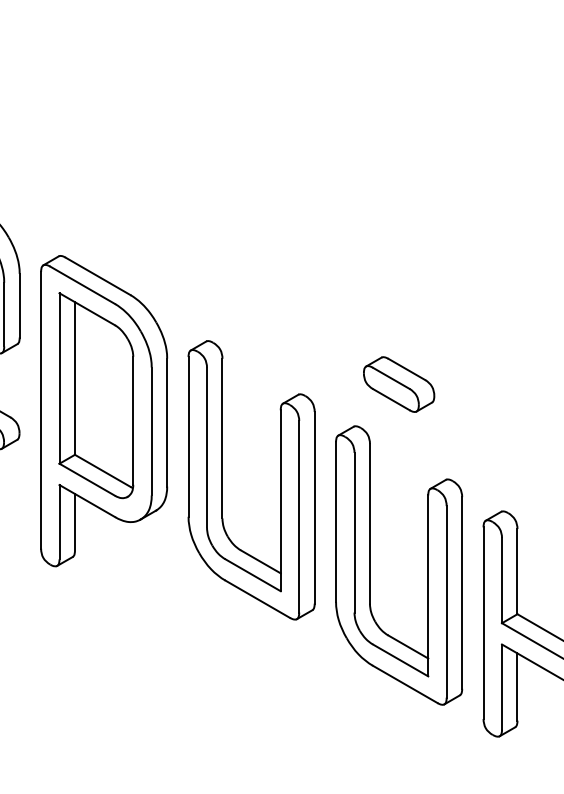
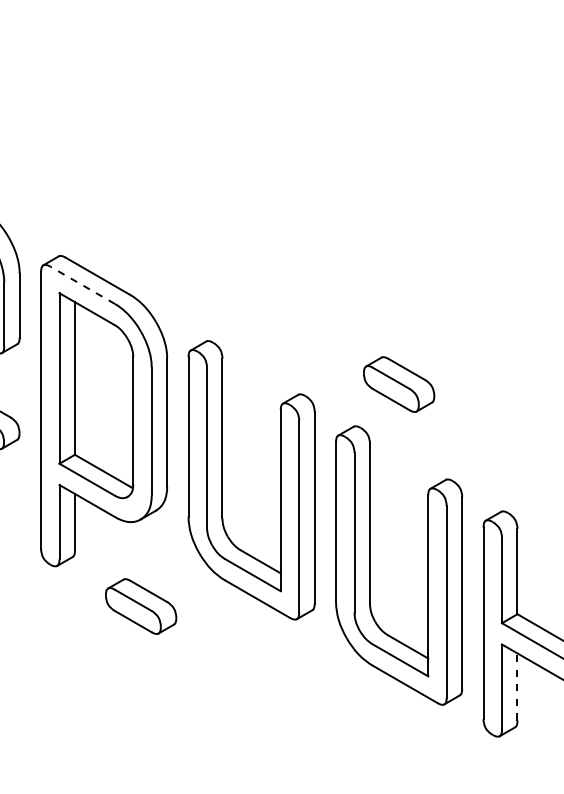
line at (82, 285): solid -> dashed
part at (141, 606): none -> present
line at (517, 687): solid -> dashed
